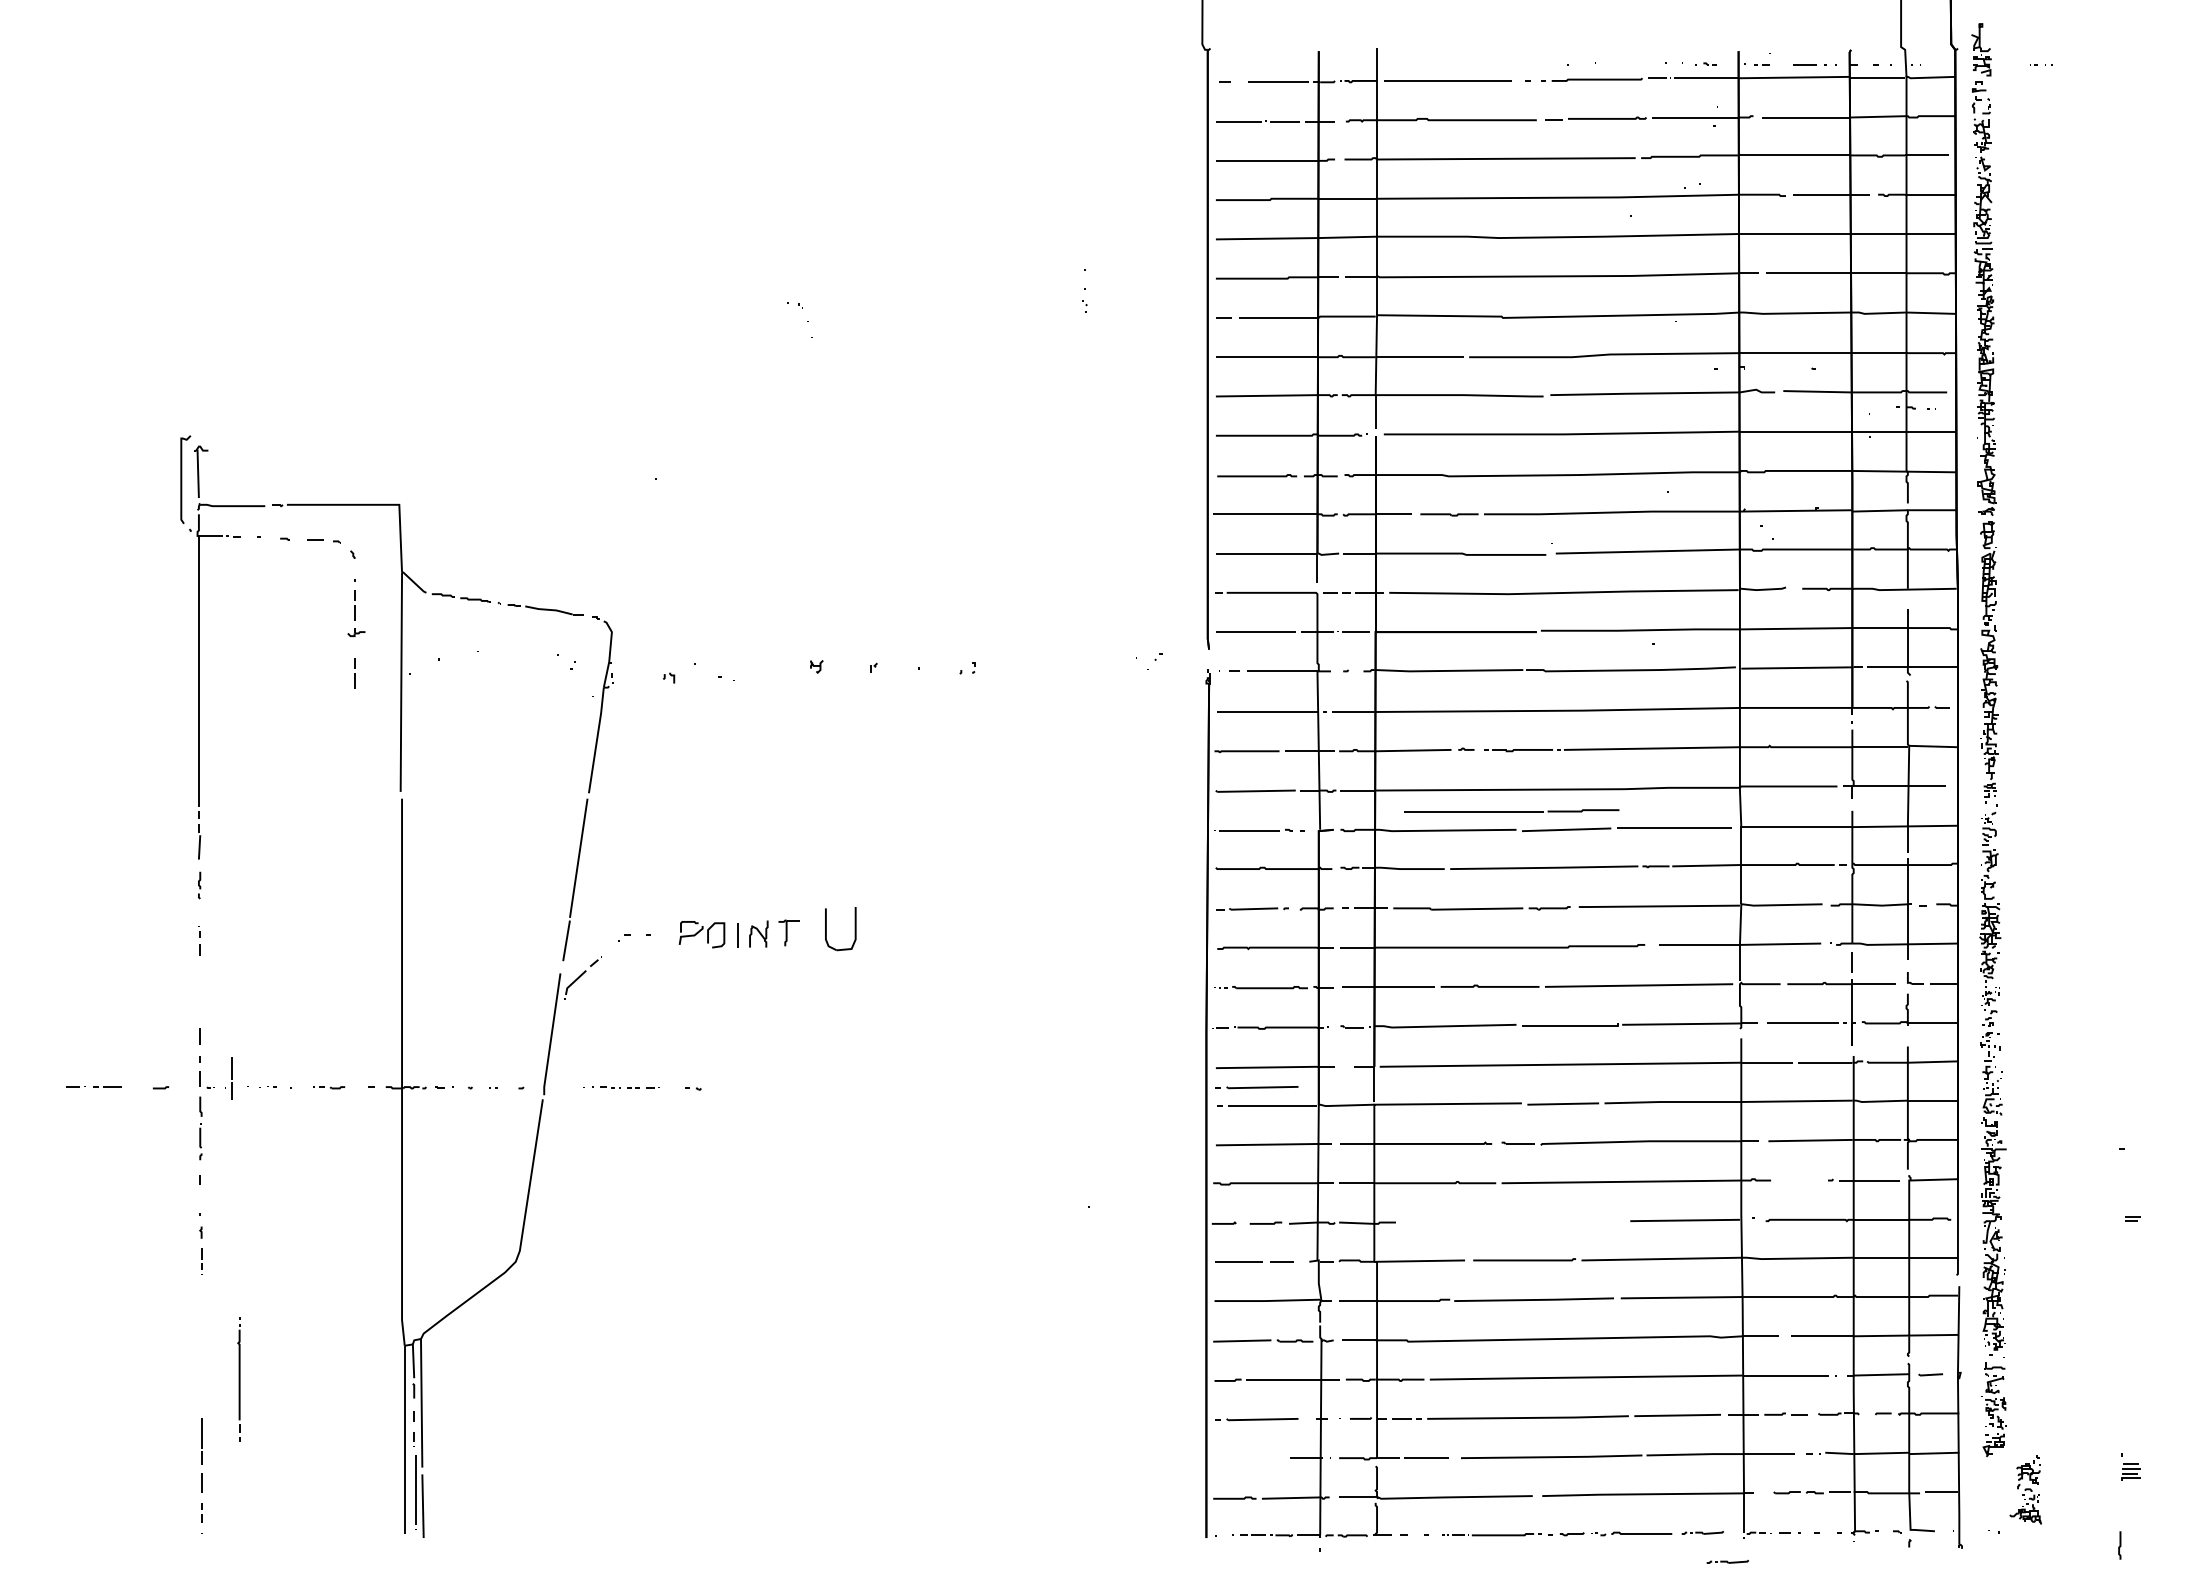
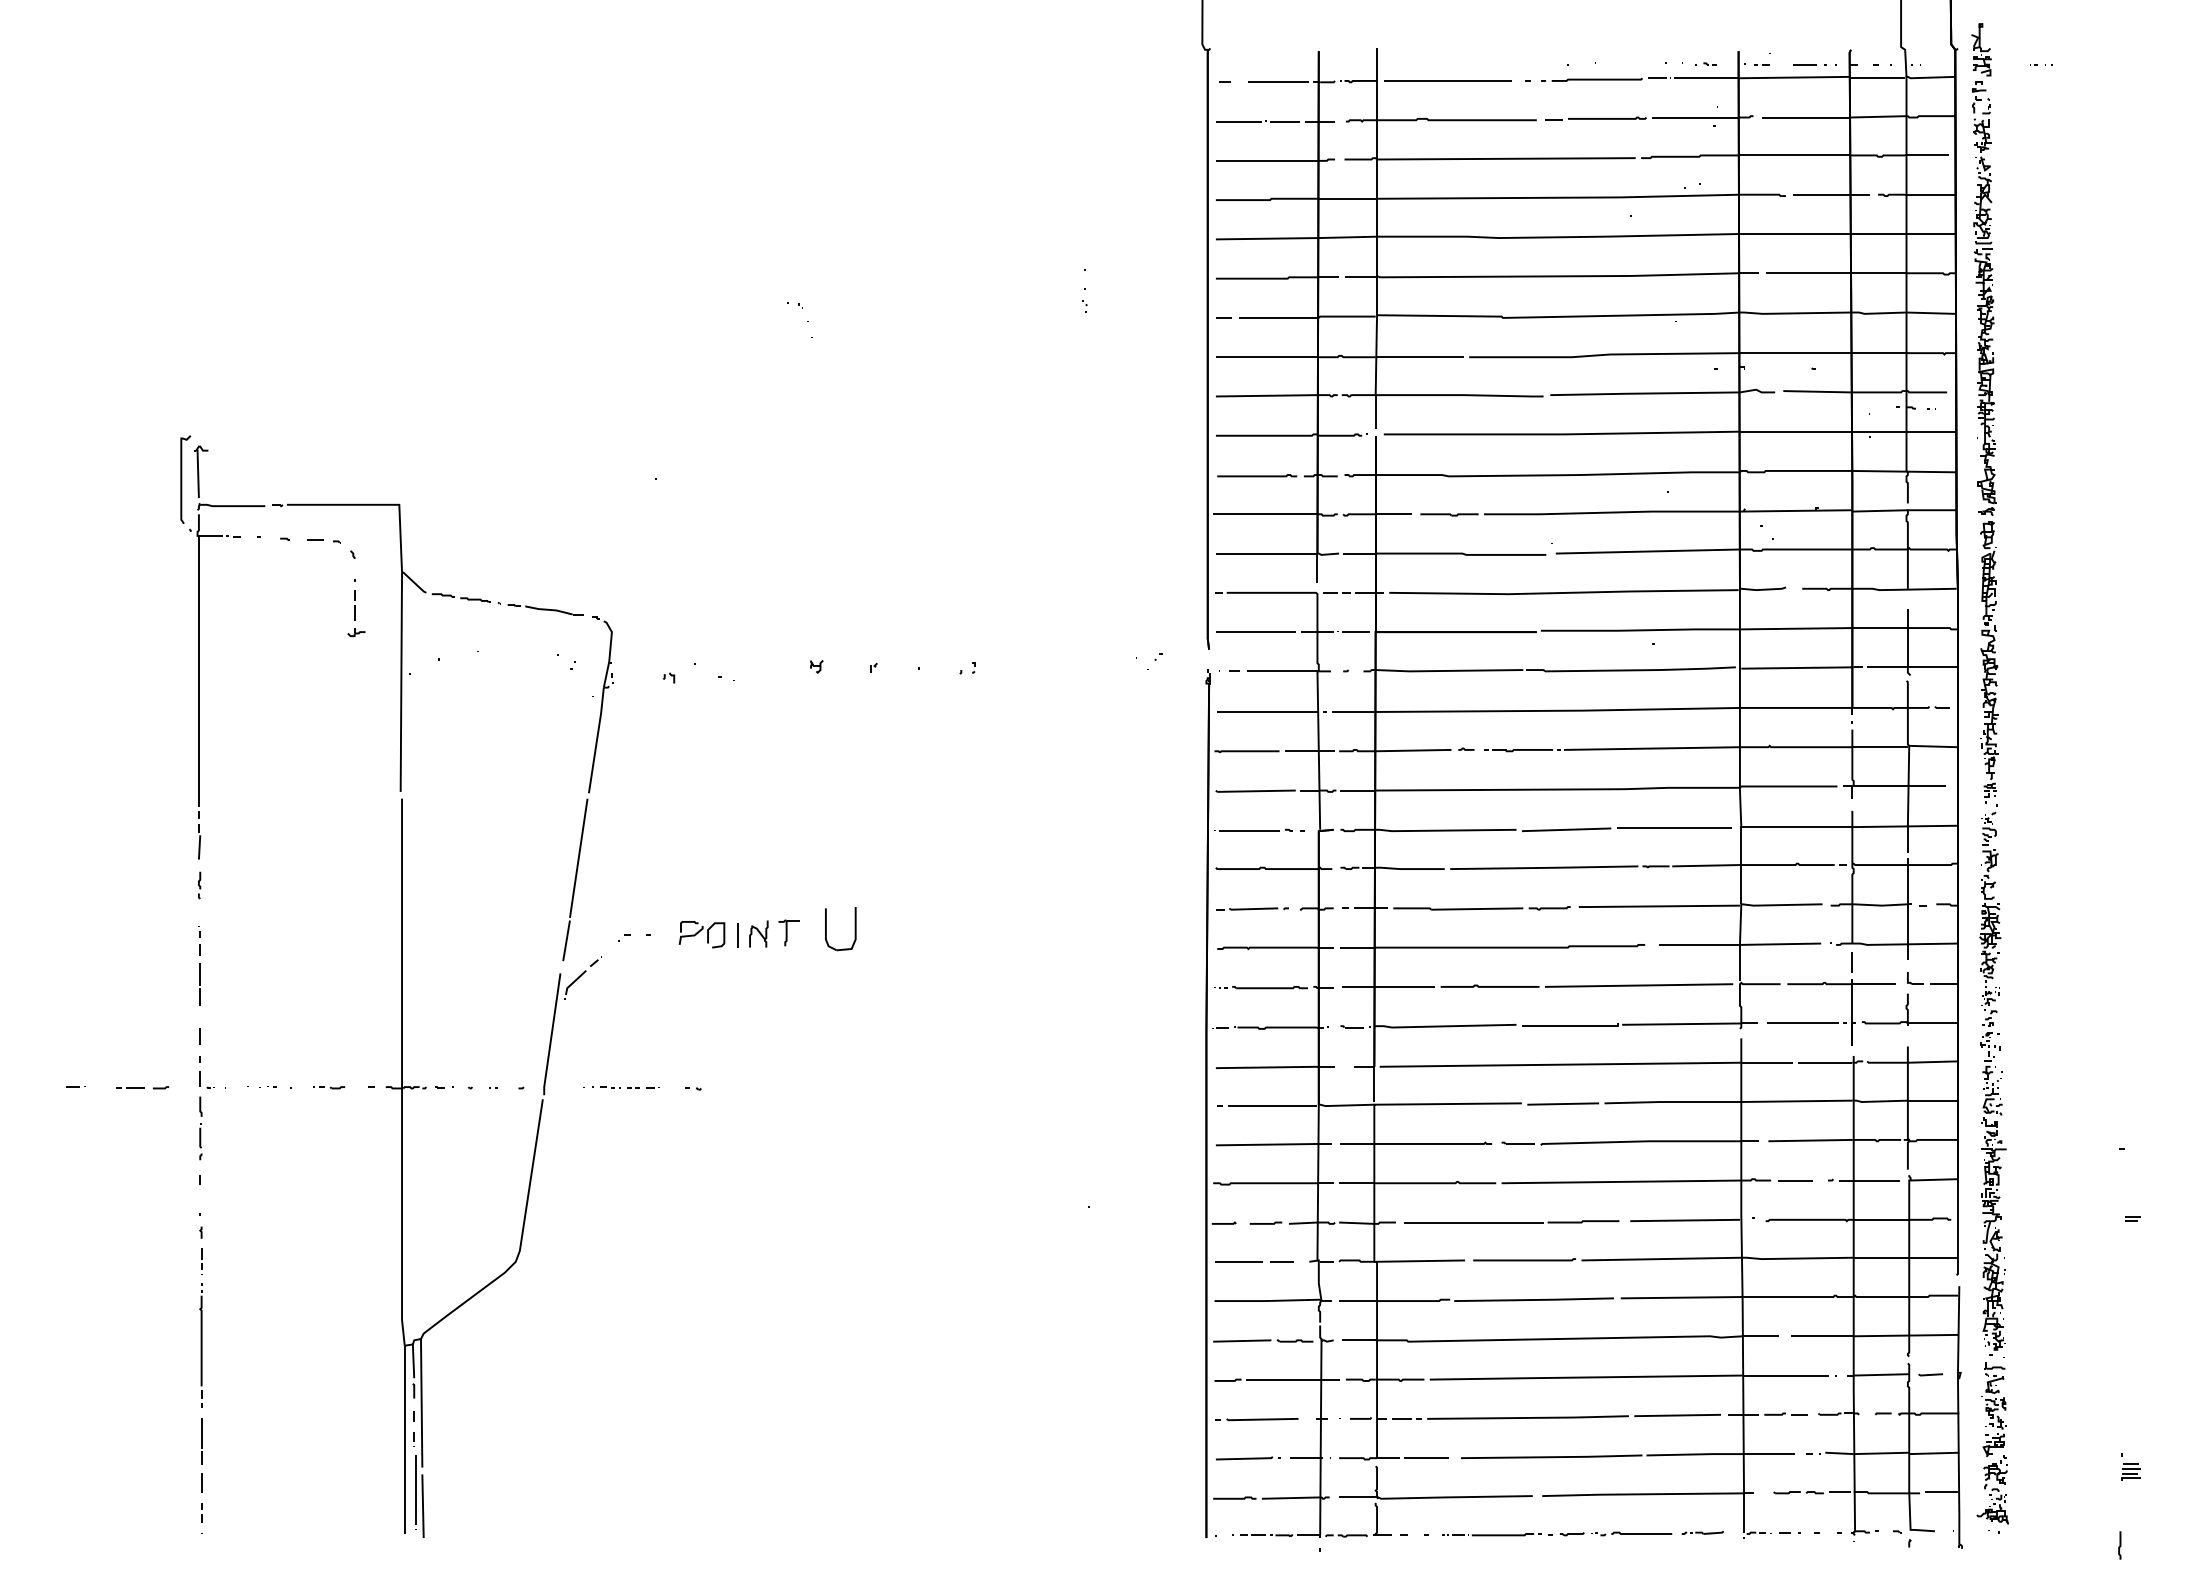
line at (354, 673): present -> none
part at (1511, 810) position: (1511, 810) -> (1511, 1221)
line at (231, 1078) position: (231, 1078) -> (199, 984)
line at (107, 1086) position: (107, 1086) -> (130, 1087)
part at (1256, 1087): present -> none
line at (1795, 1180): none -> present
line at (238, 1379) position: (238, 1379) -> (200, 1345)
line at (1248, 1458): none -> present
part at (2025, 1489) position: (2025, 1489) -> (1992, 1489)
part at (1727, 1561): present -> none
